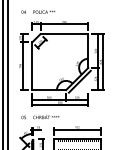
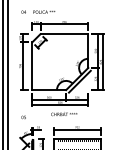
text at (46, 117) position: (46, 117) -> (64, 114)
